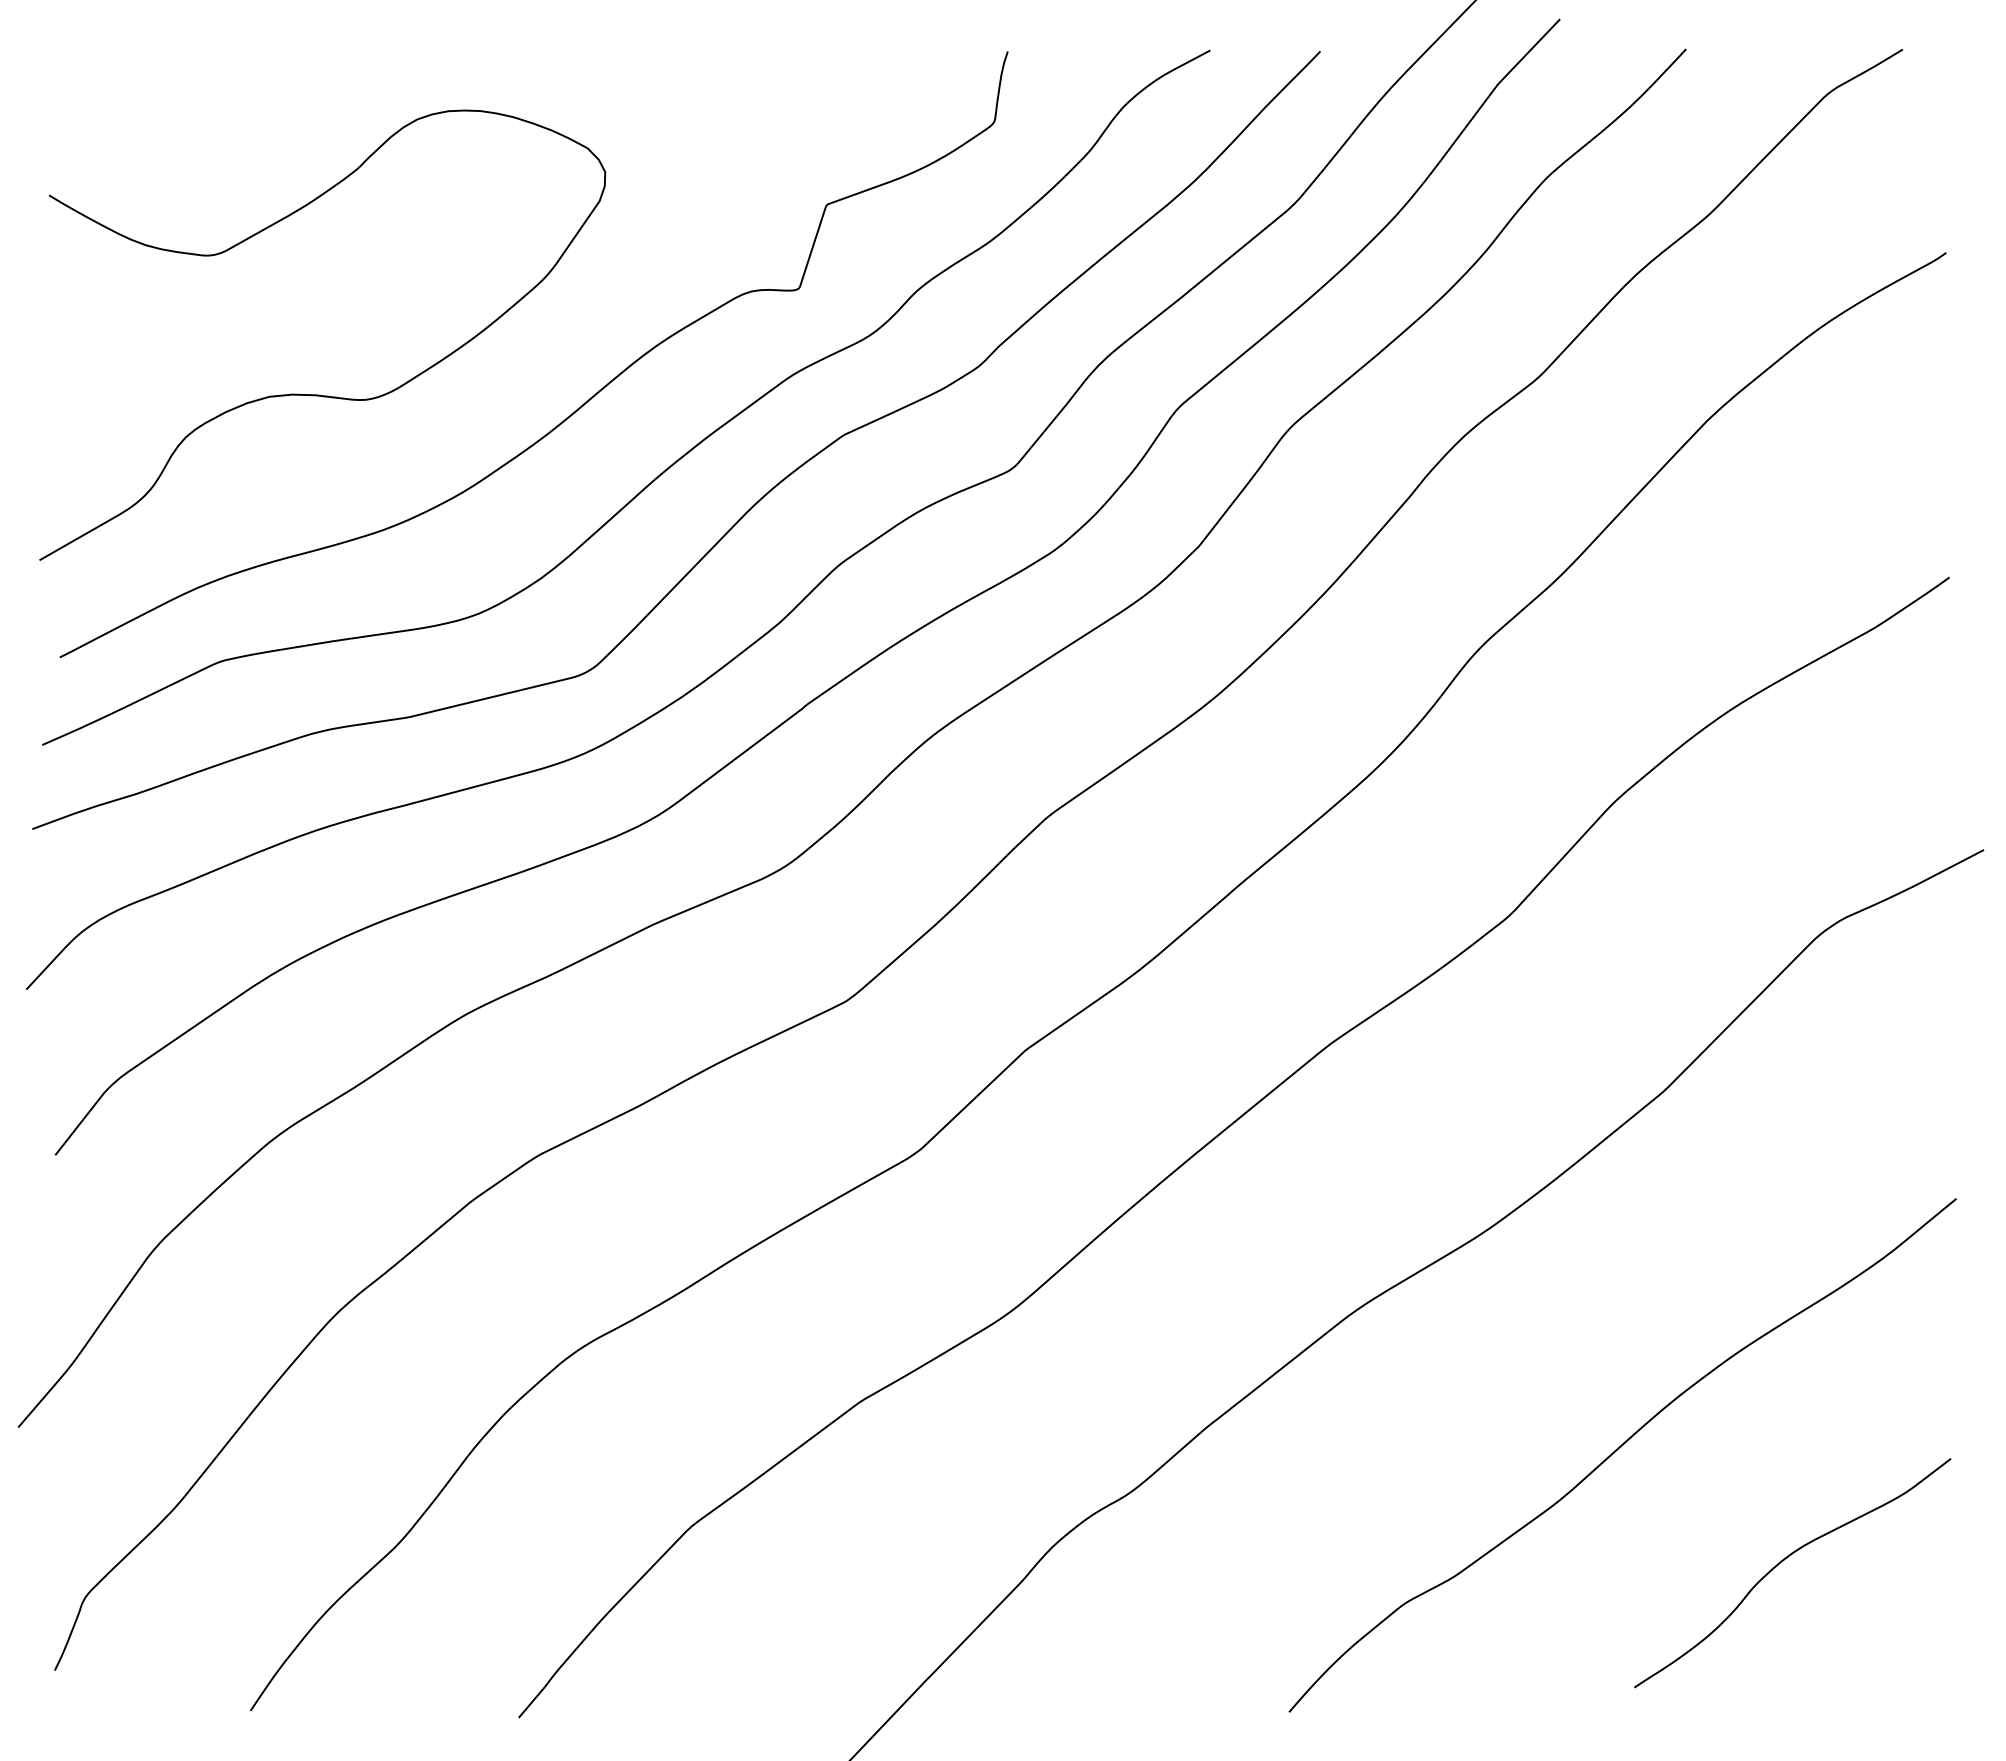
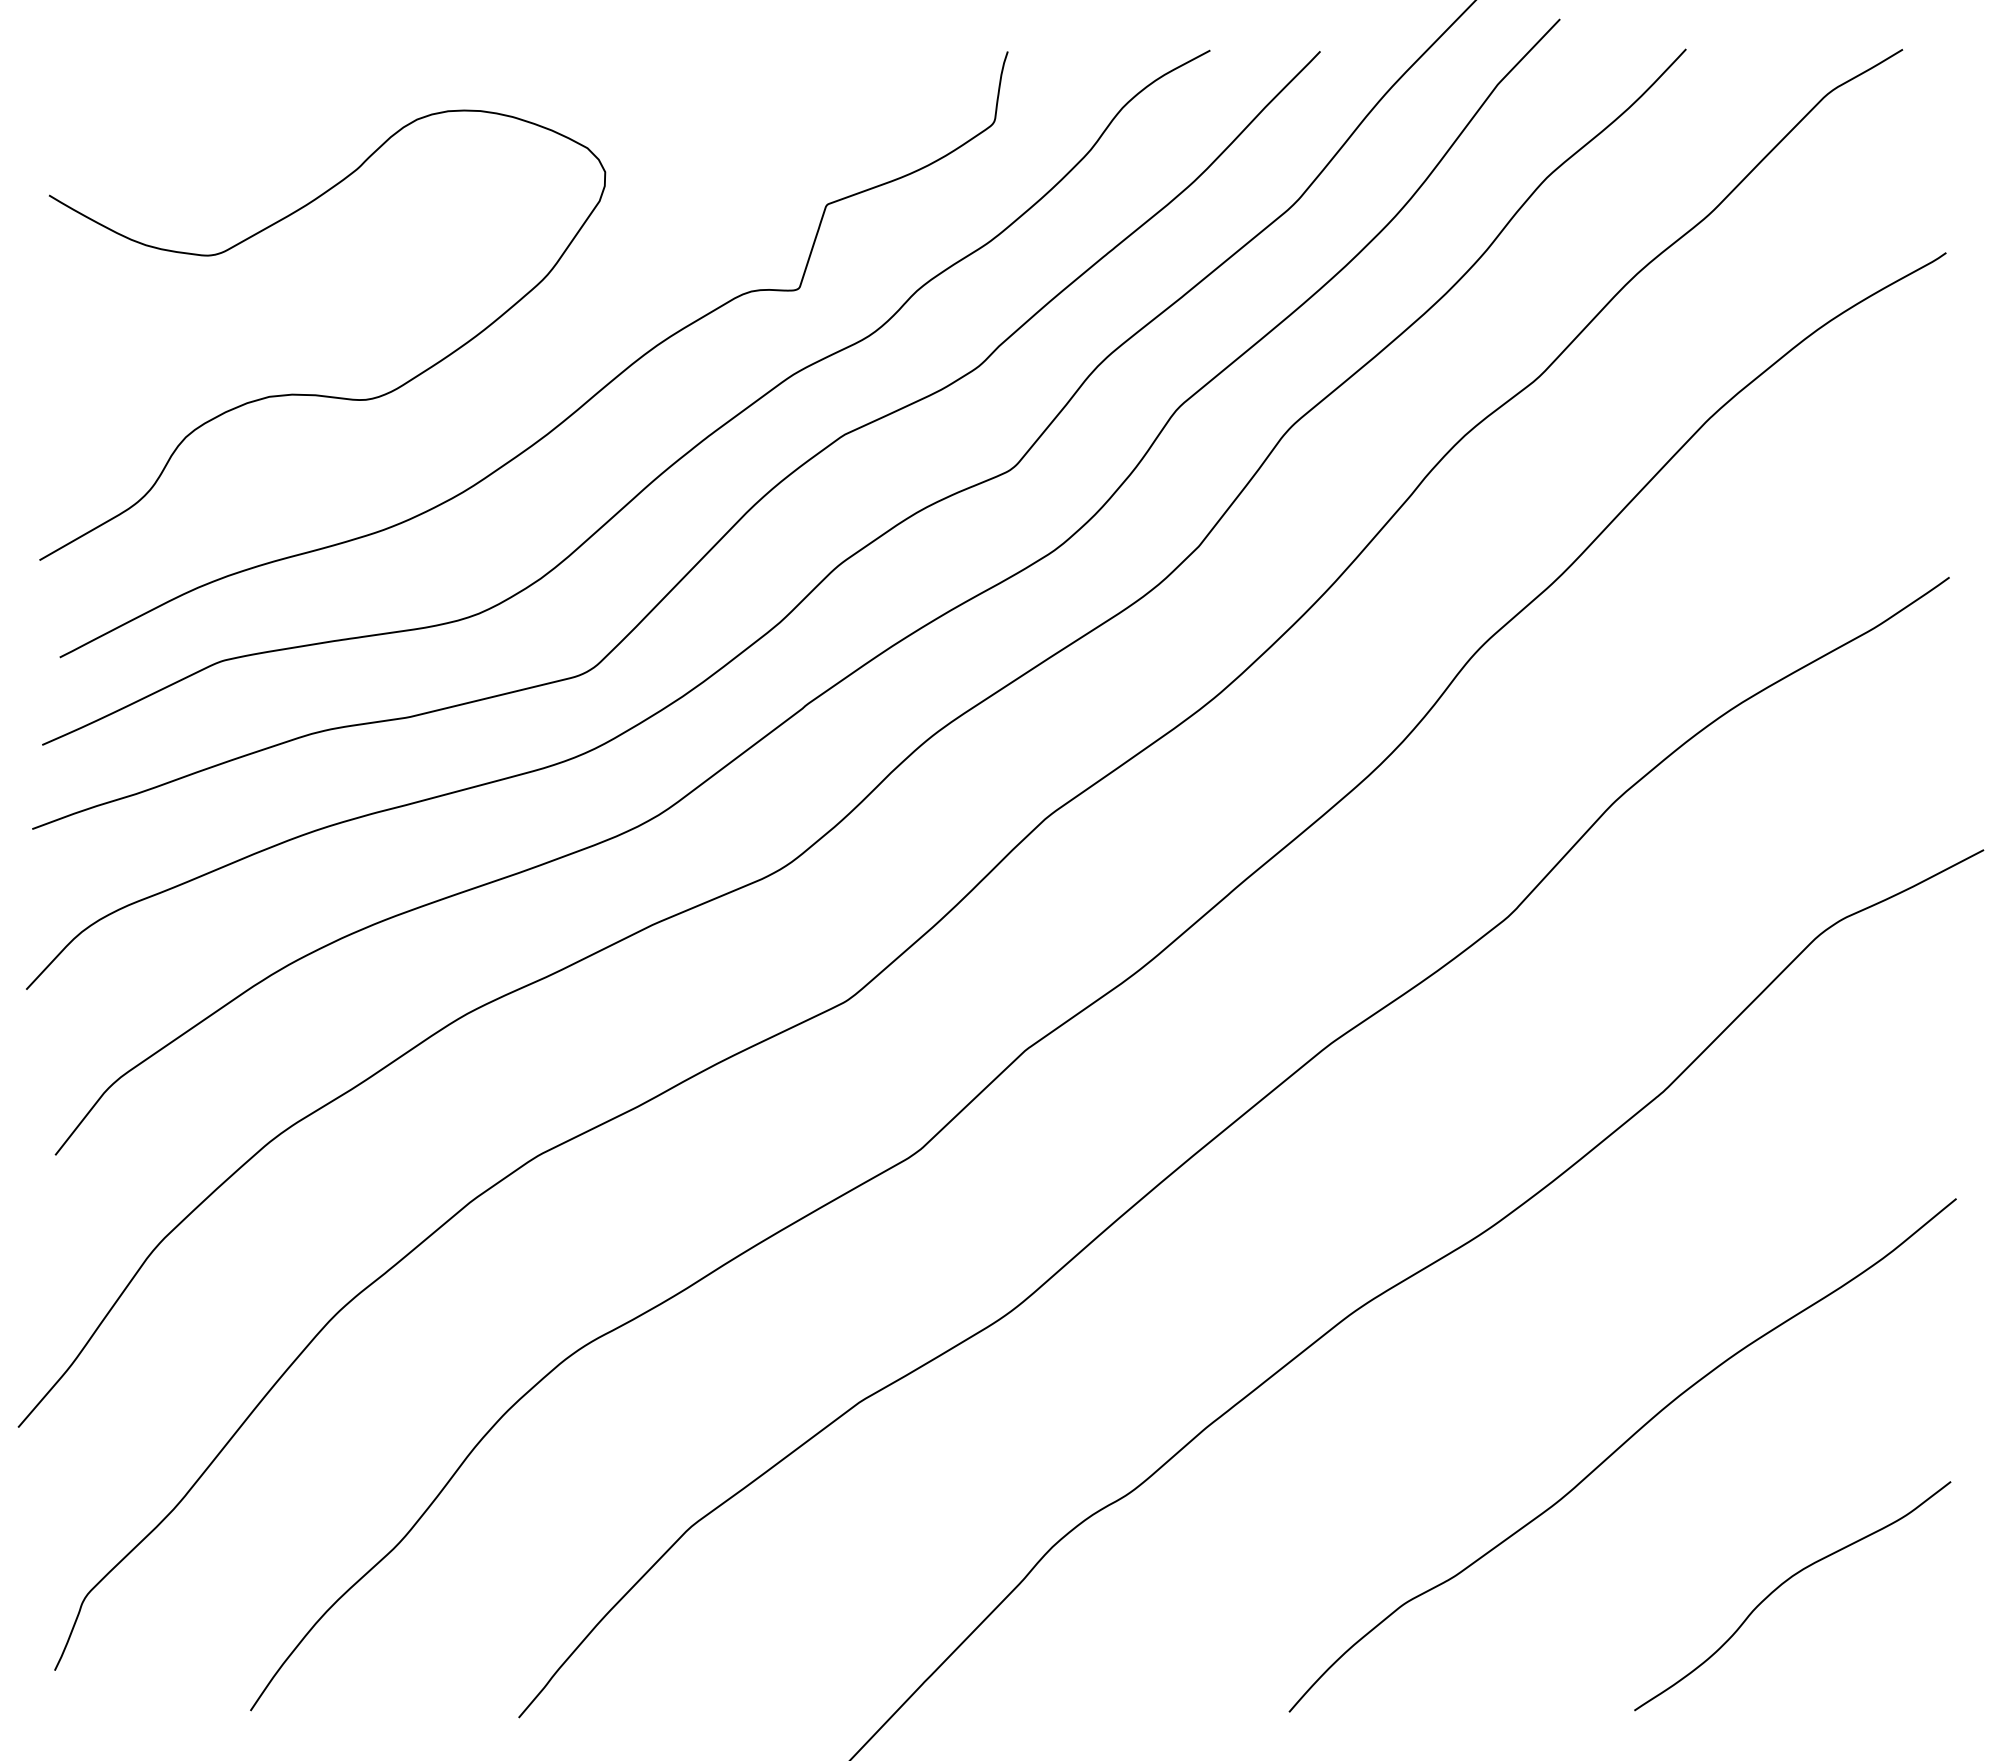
curve at (1783, 1561) position: (1783, 1561) -> (1783, 1584)
